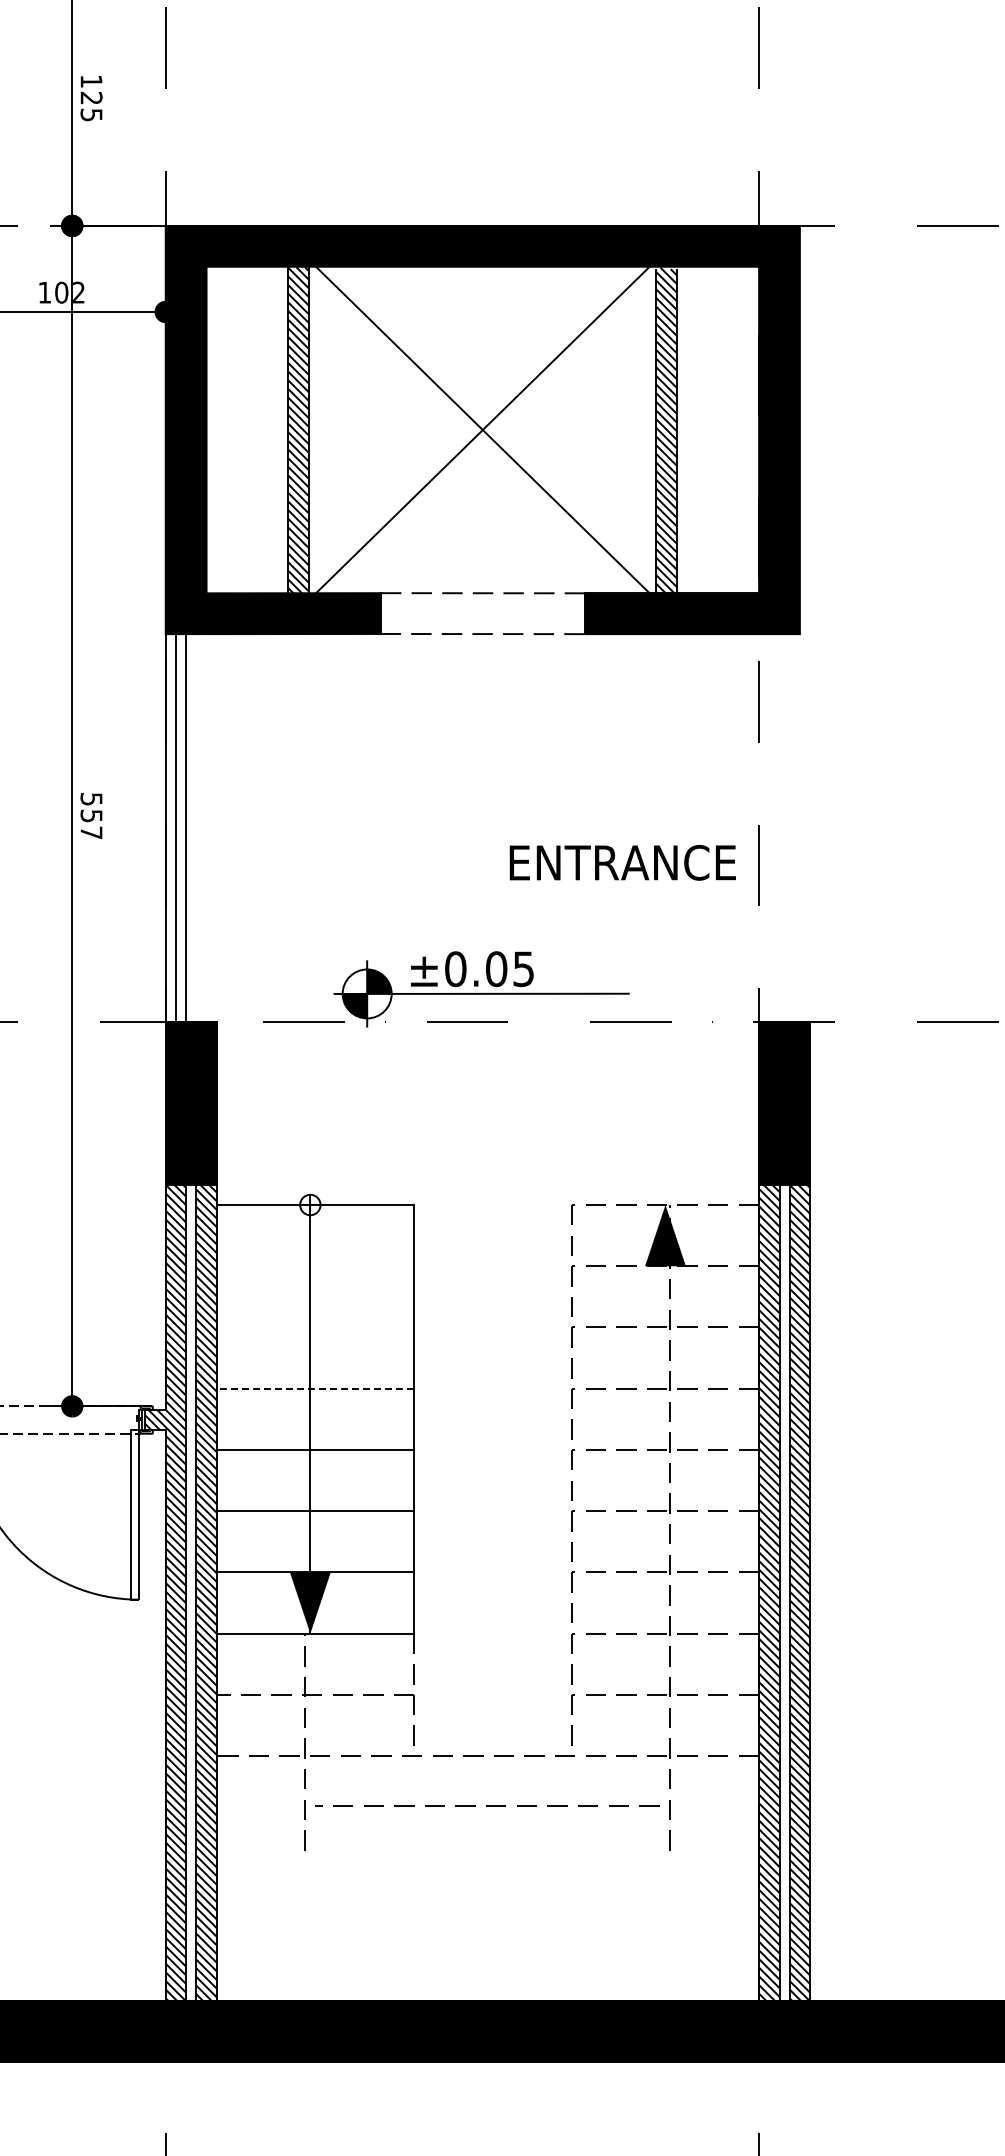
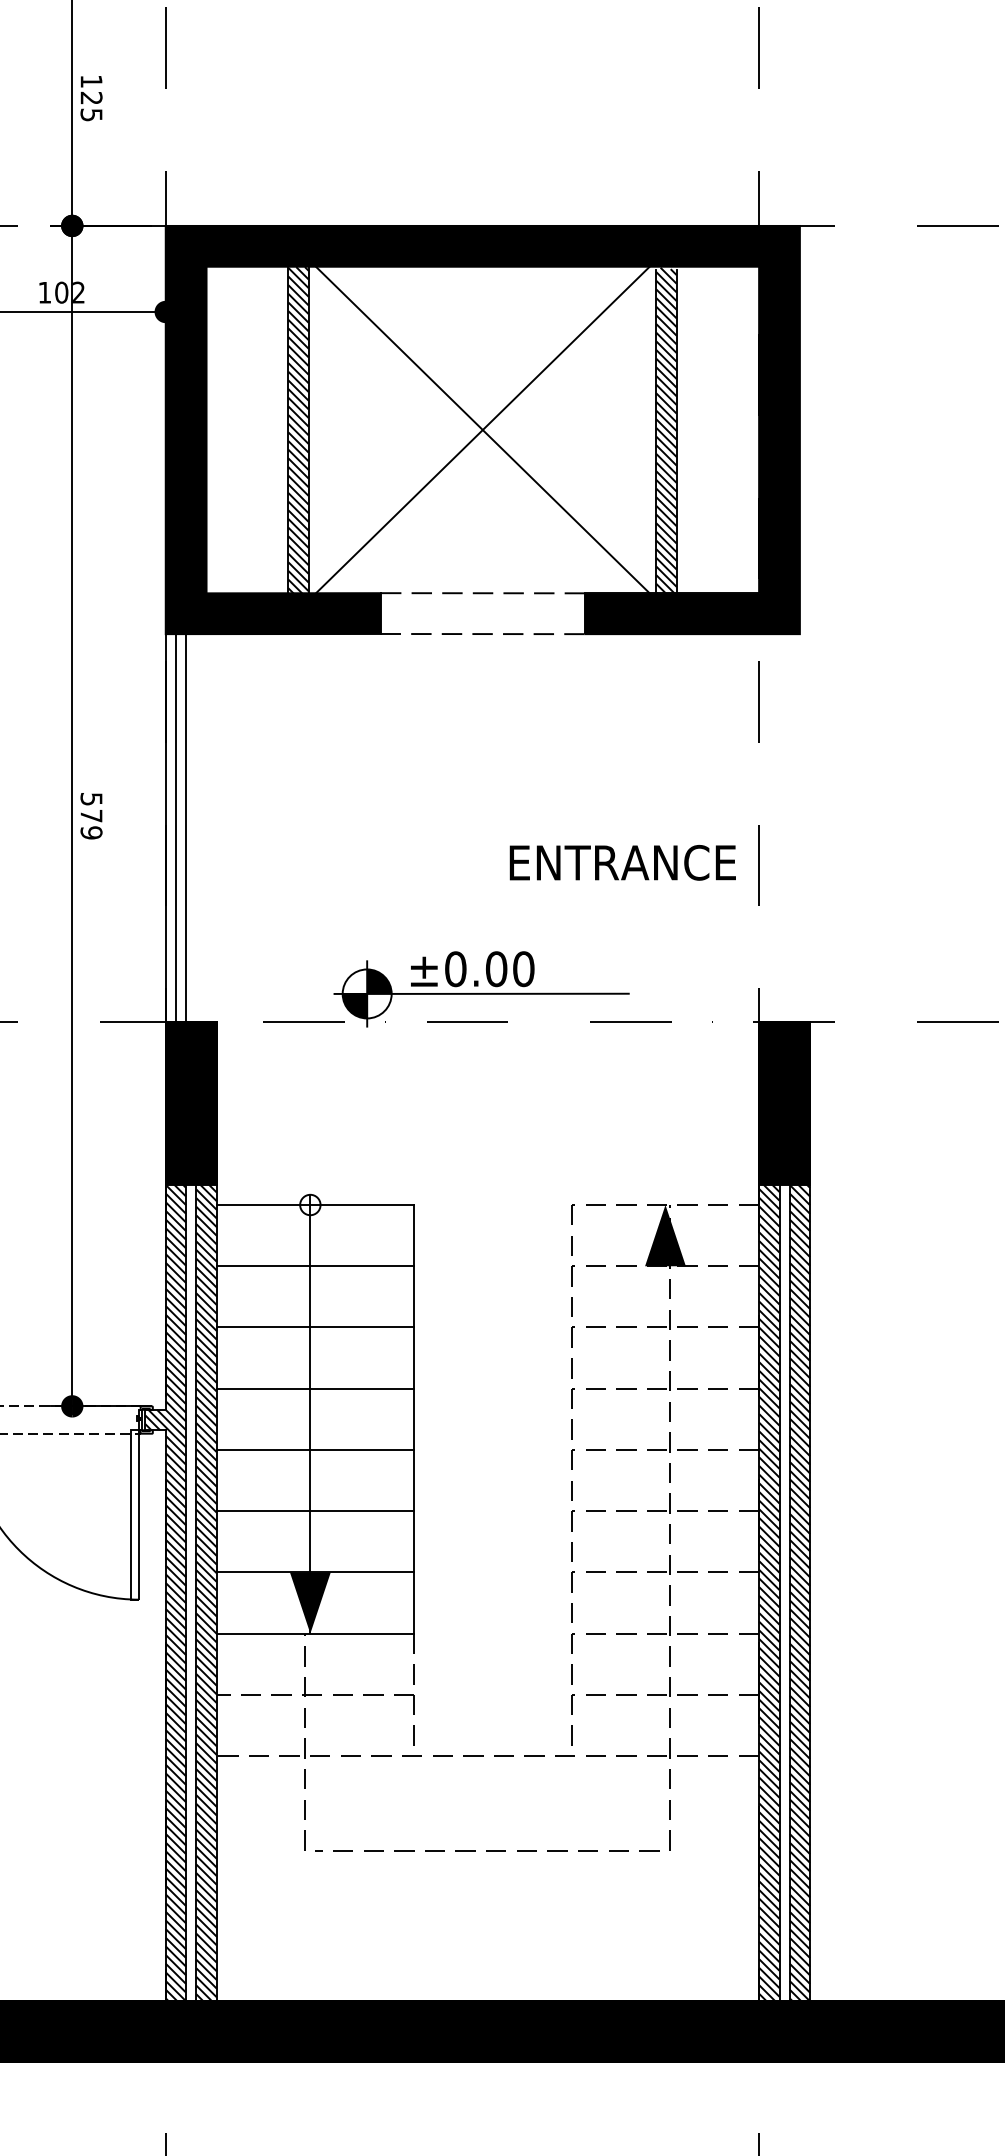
text at (91, 824): 557 -> 579
text at (523, 969): ±0.05 -> ±0.00
line at (315, 1266): none -> present
line at (315, 1327): none -> present
line at (315, 1388): dashed -> solid
line at (487, 1805) position: (487, 1805) -> (487, 1850)
